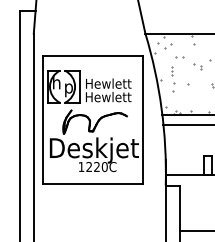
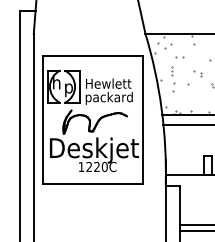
part at (197, 66) position: (197, 66) -> (197, 73)
text at (108, 97): Hewlett -> packard
line at (195, 225): none -> present
